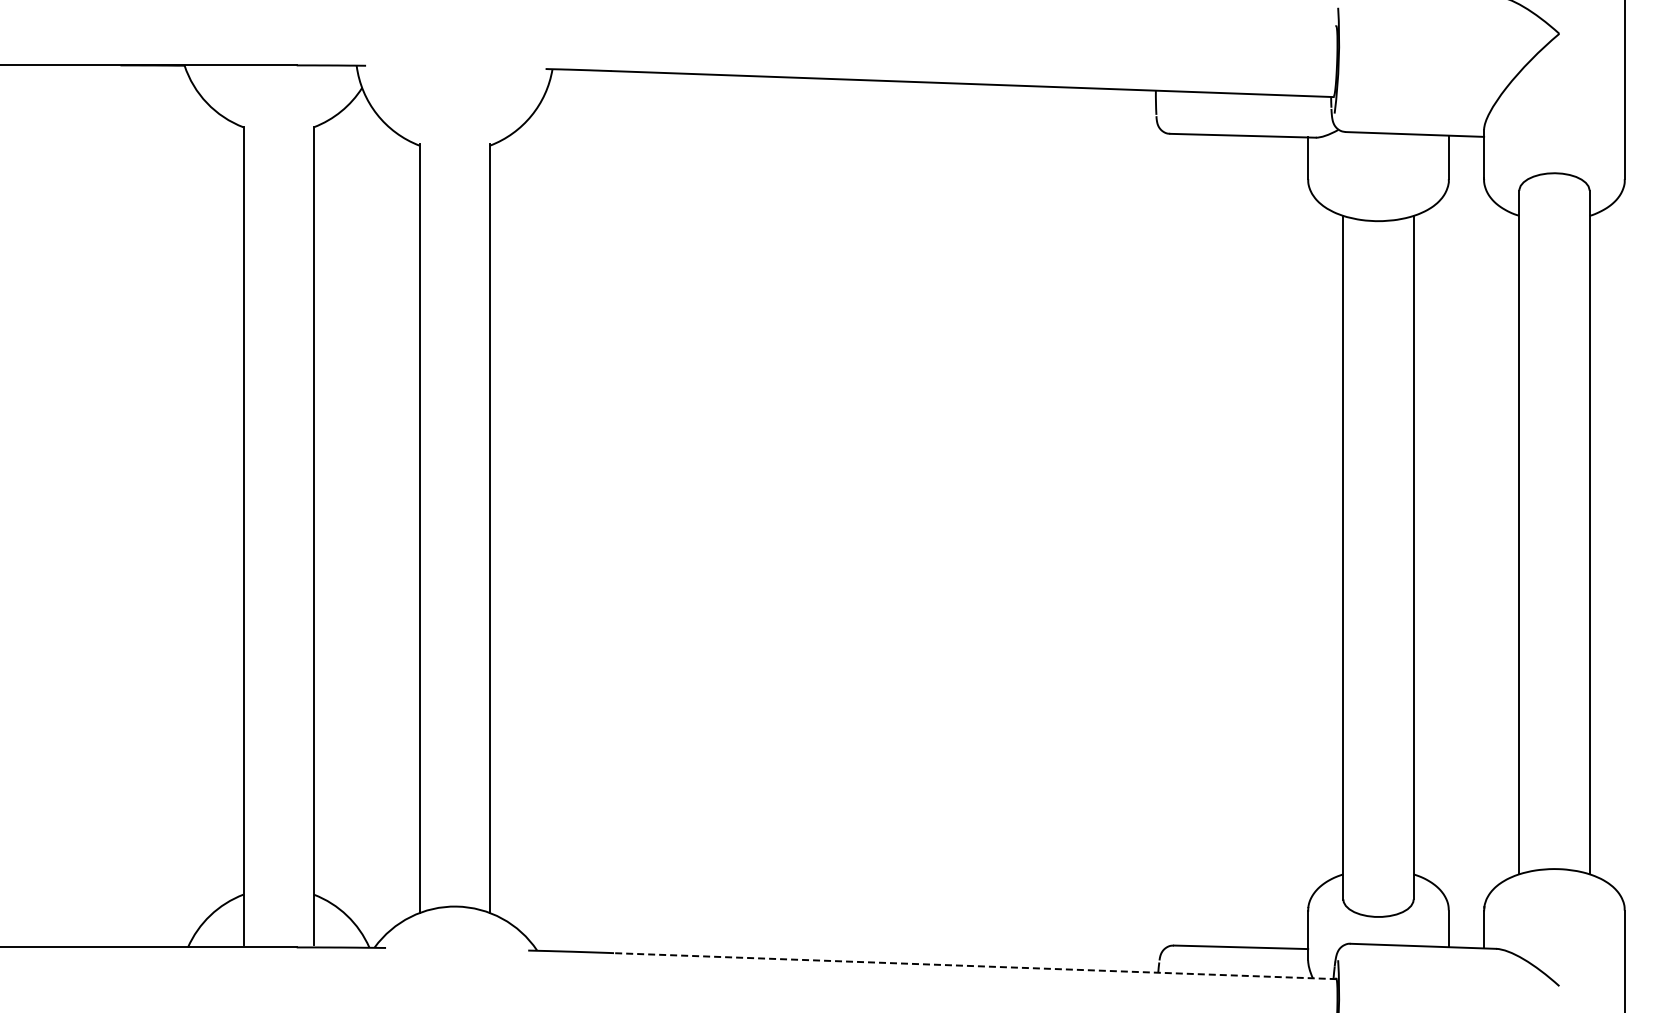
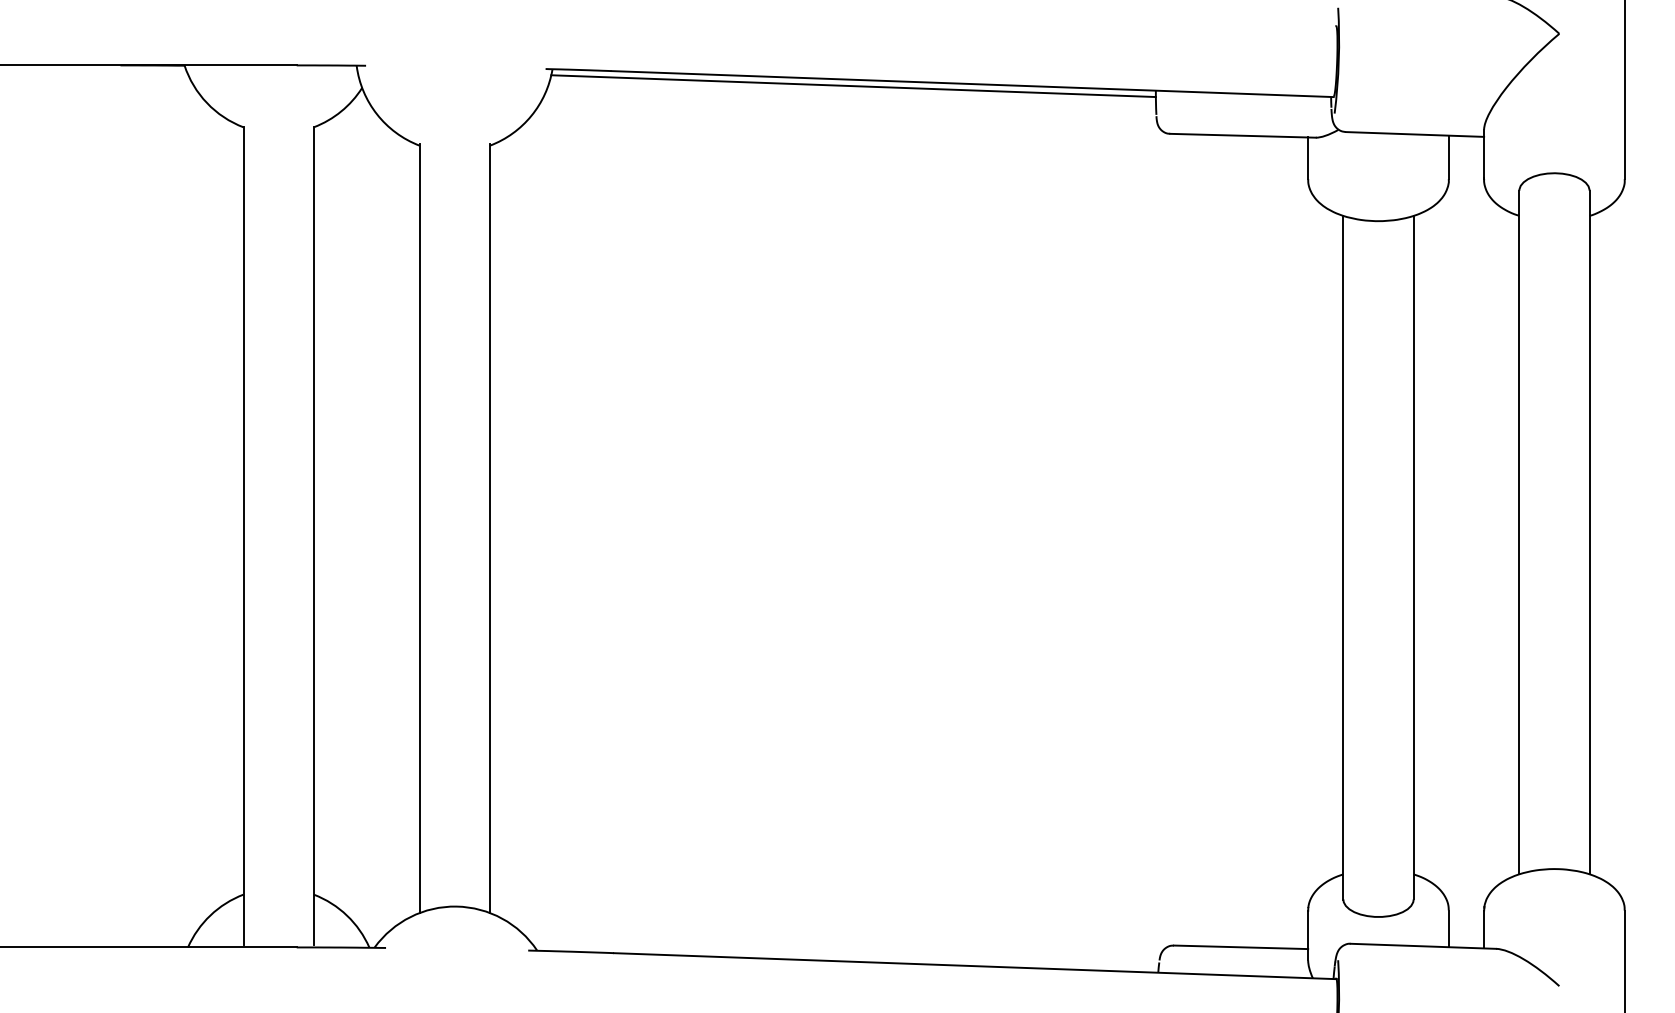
line at (853, 86): none -> present
line at (975, 966): dashed -> solid
